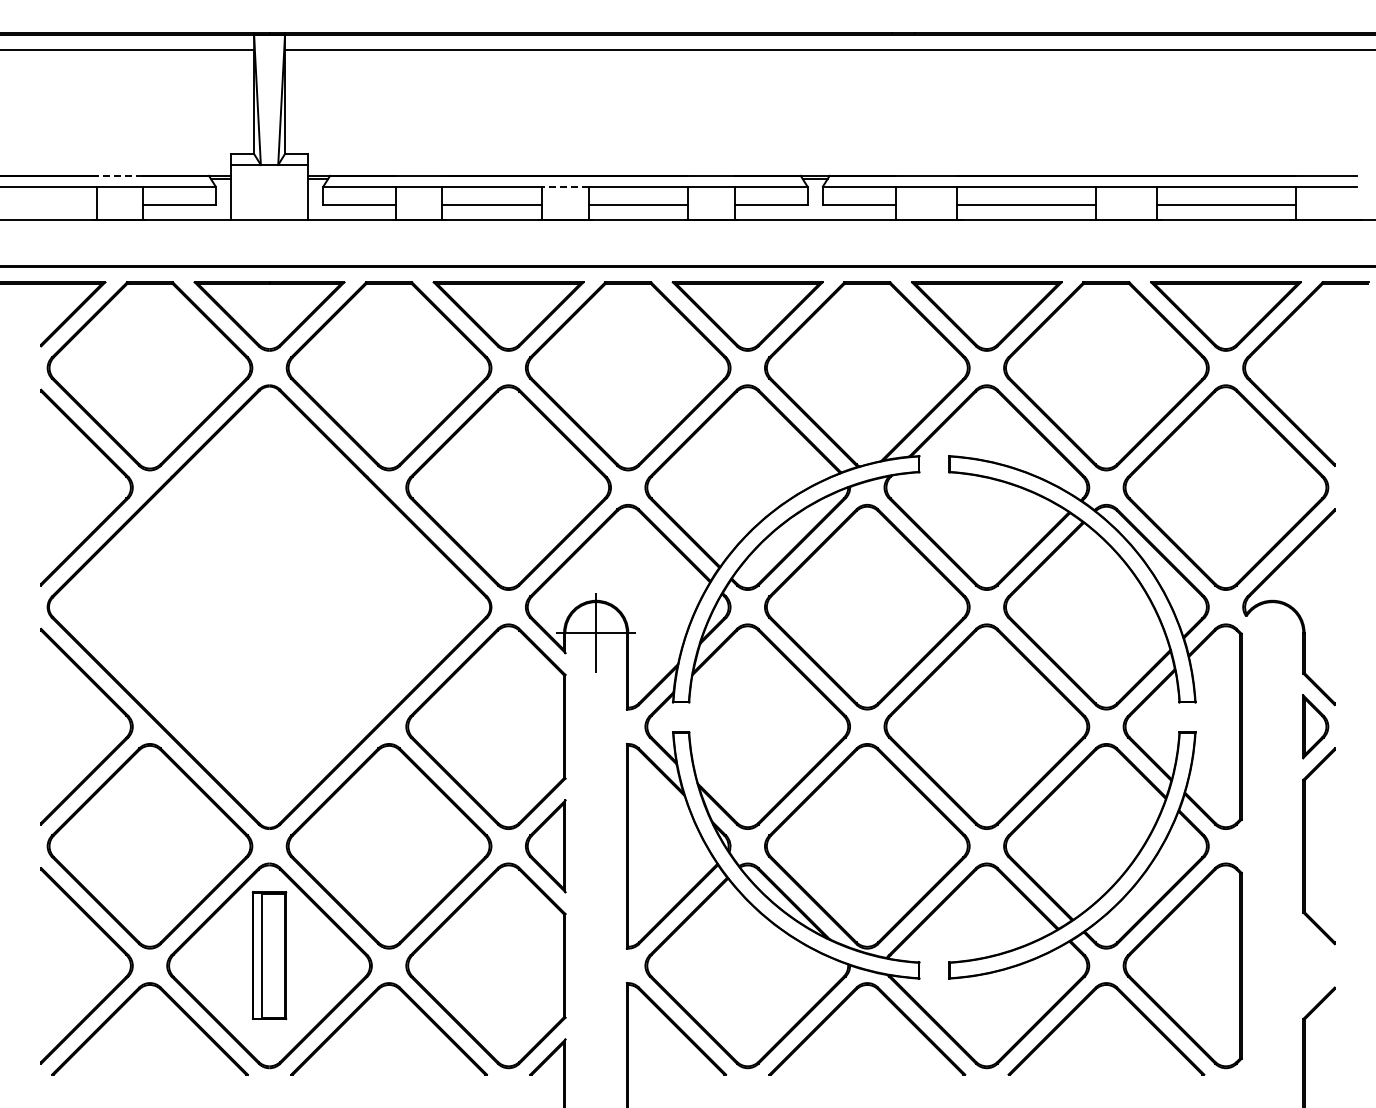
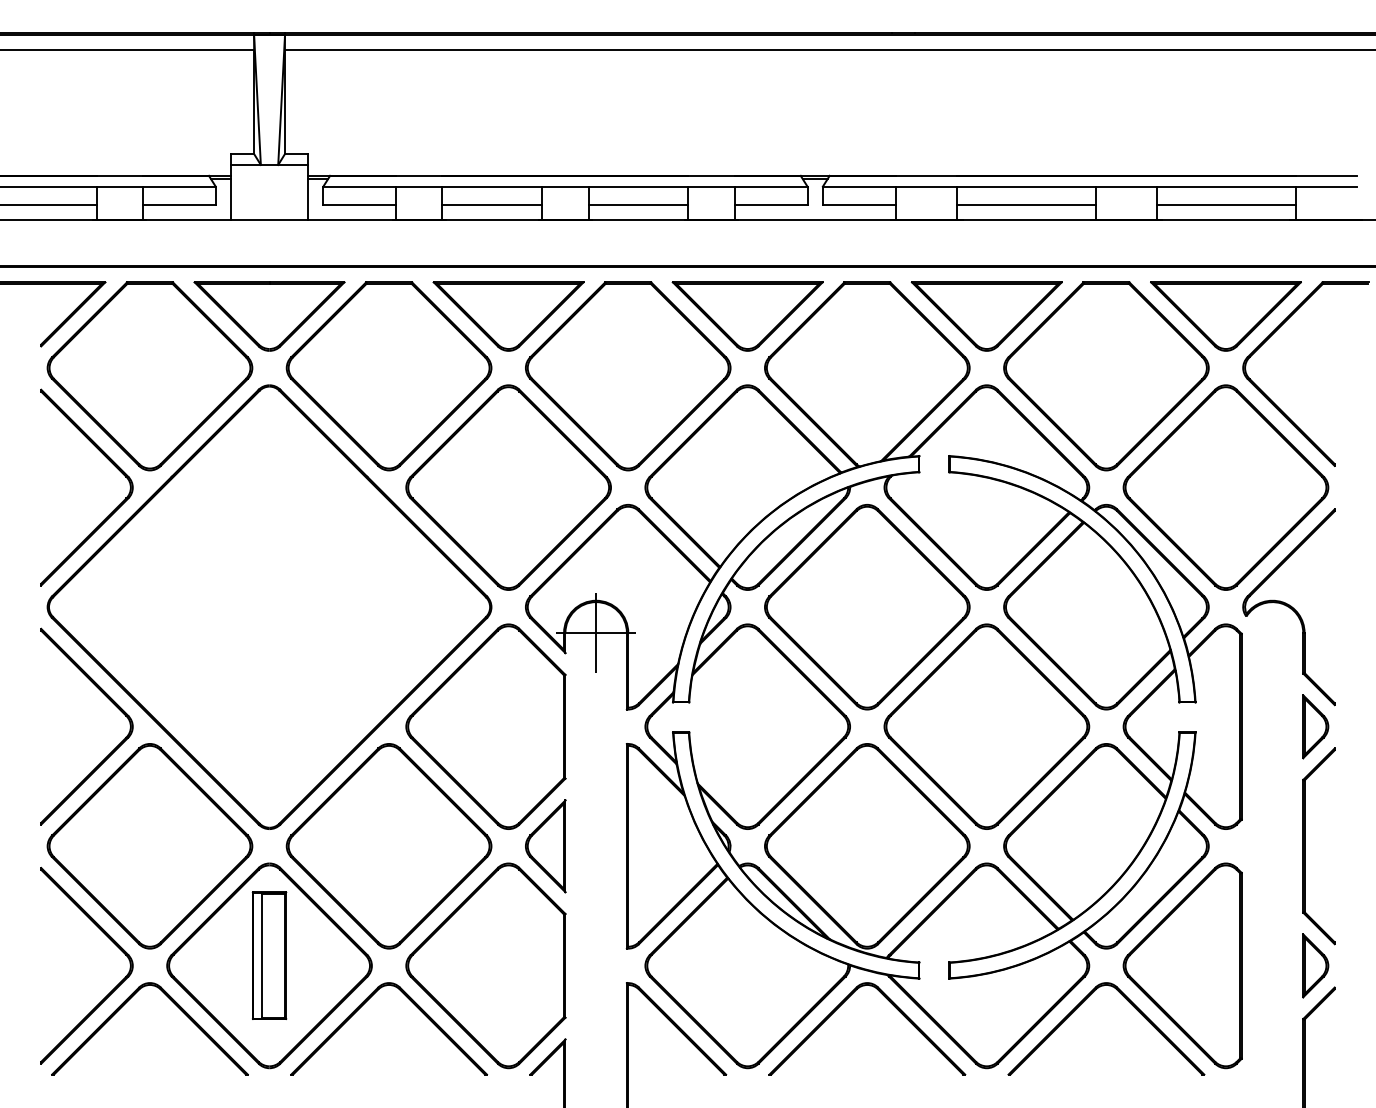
line at (119, 175): dashed -> solid
line at (564, 186): dashed -> solid
line at (49, 205): none -> present
part at (1315, 965): none -> present
